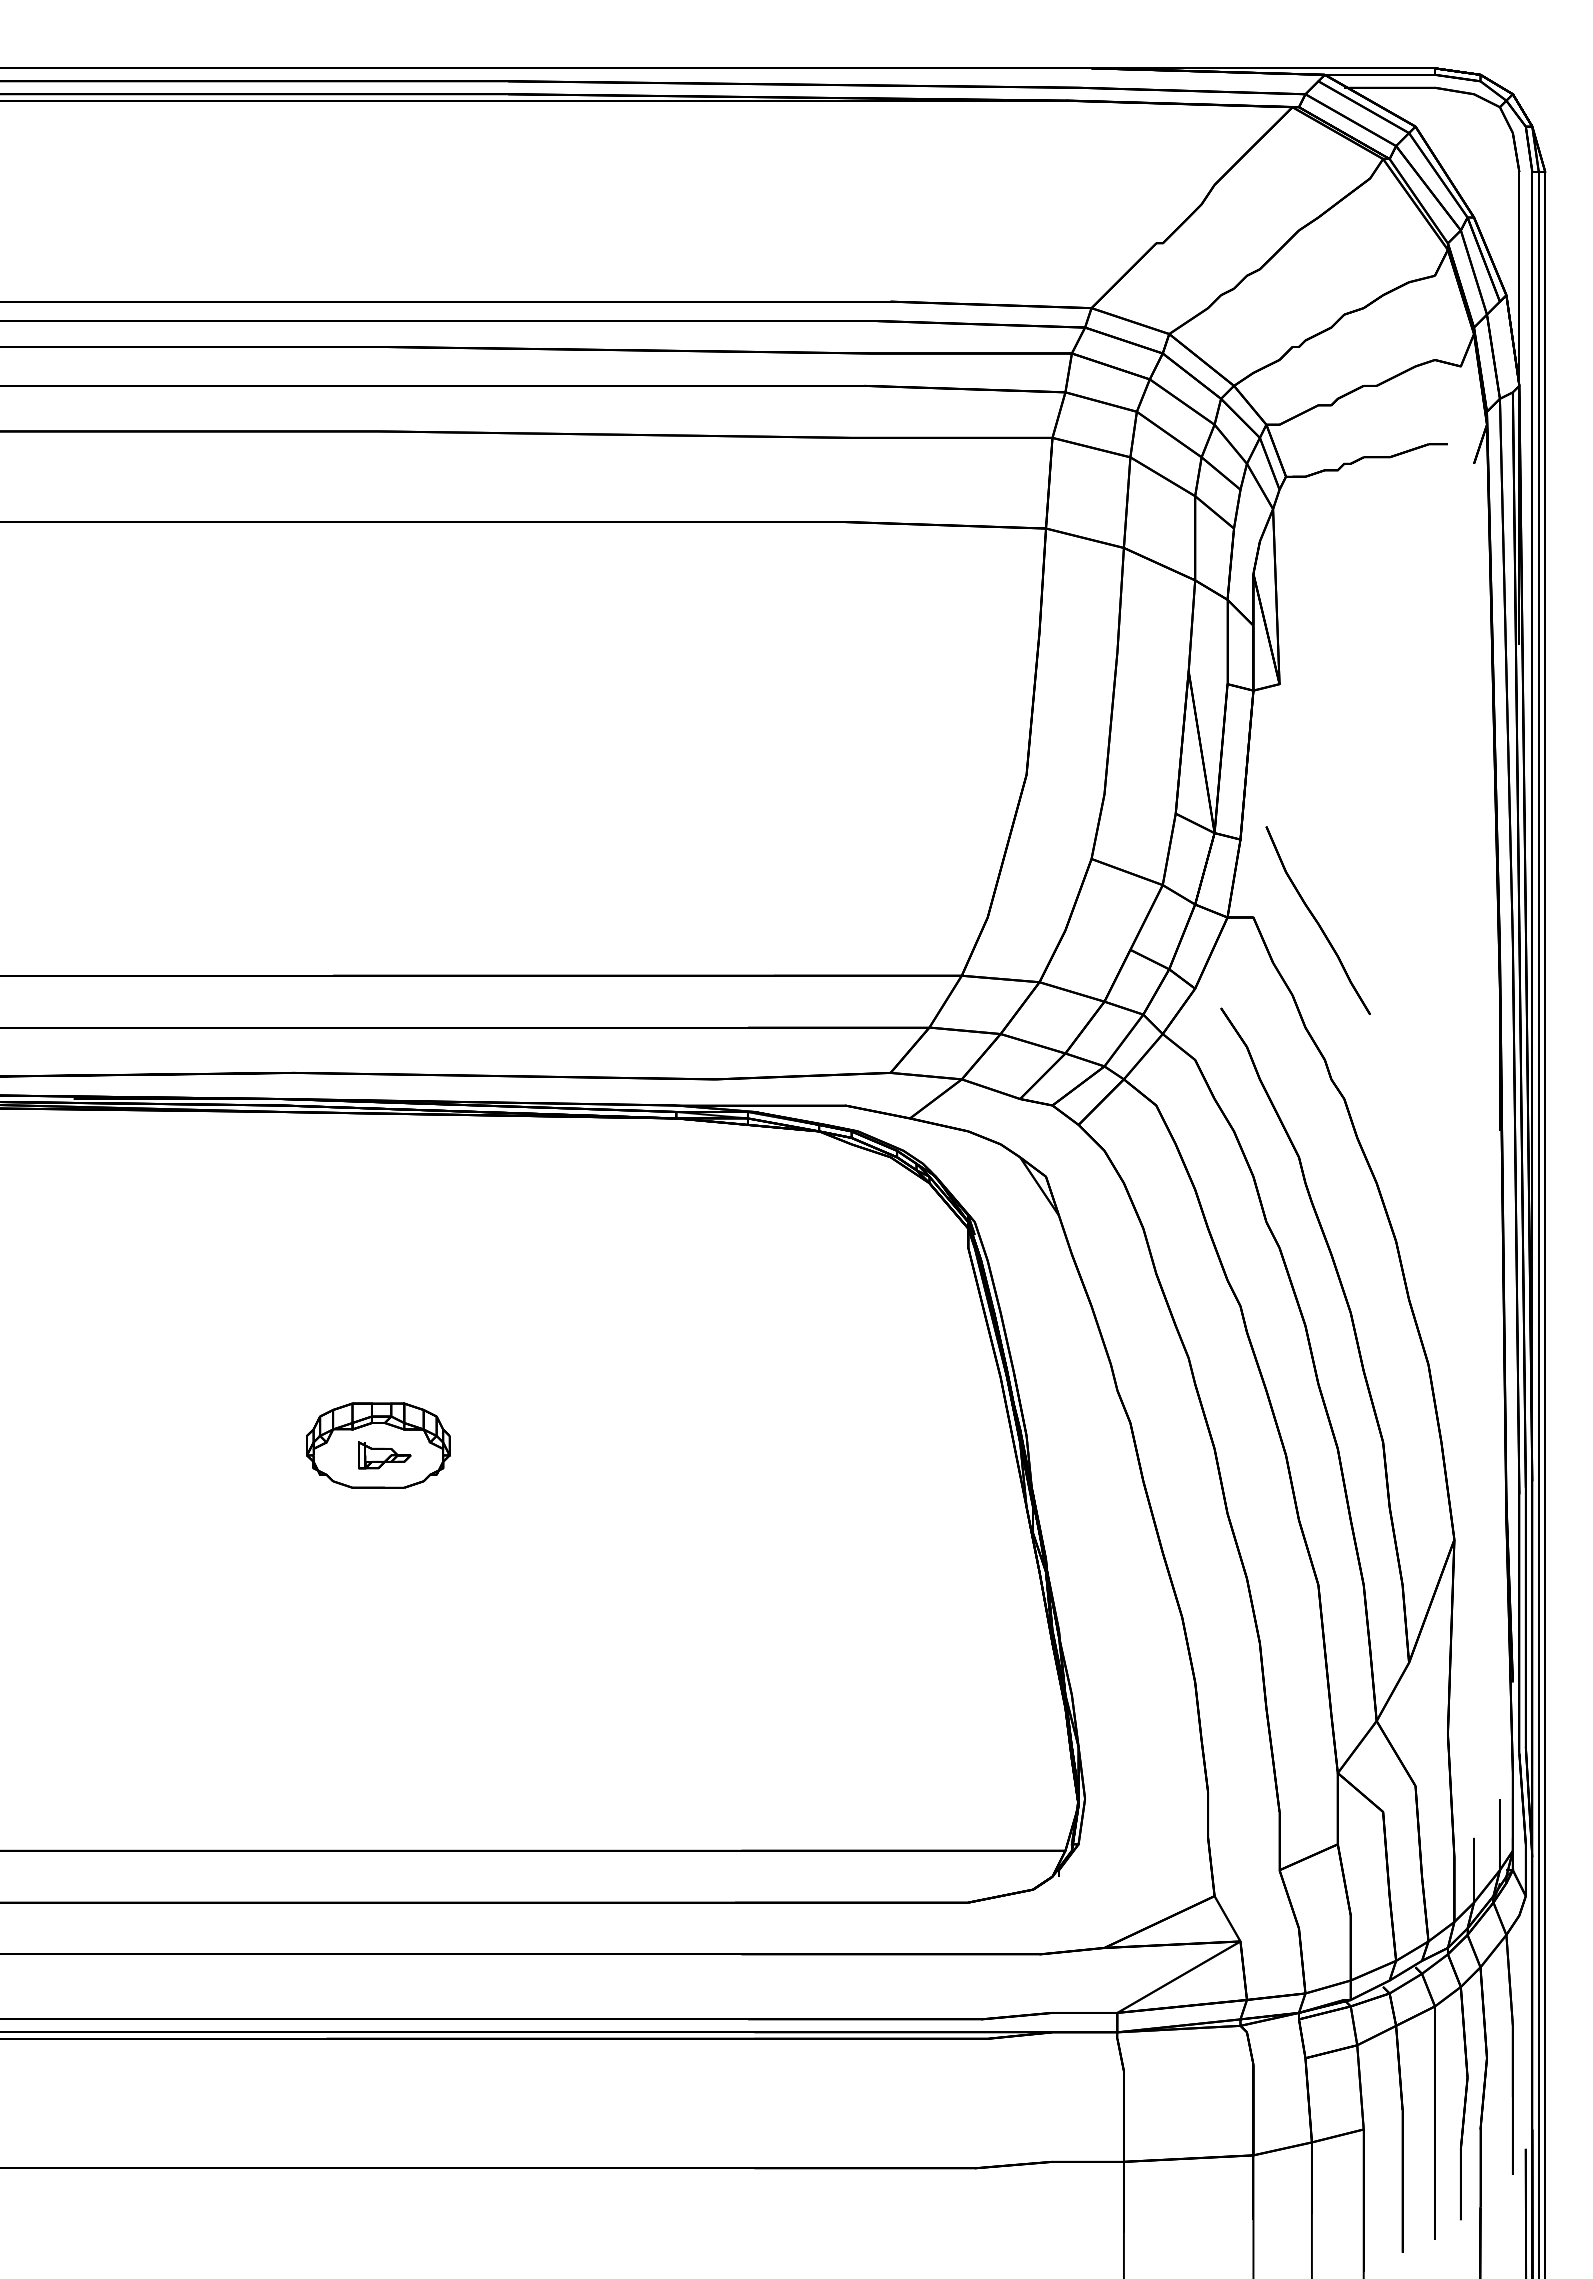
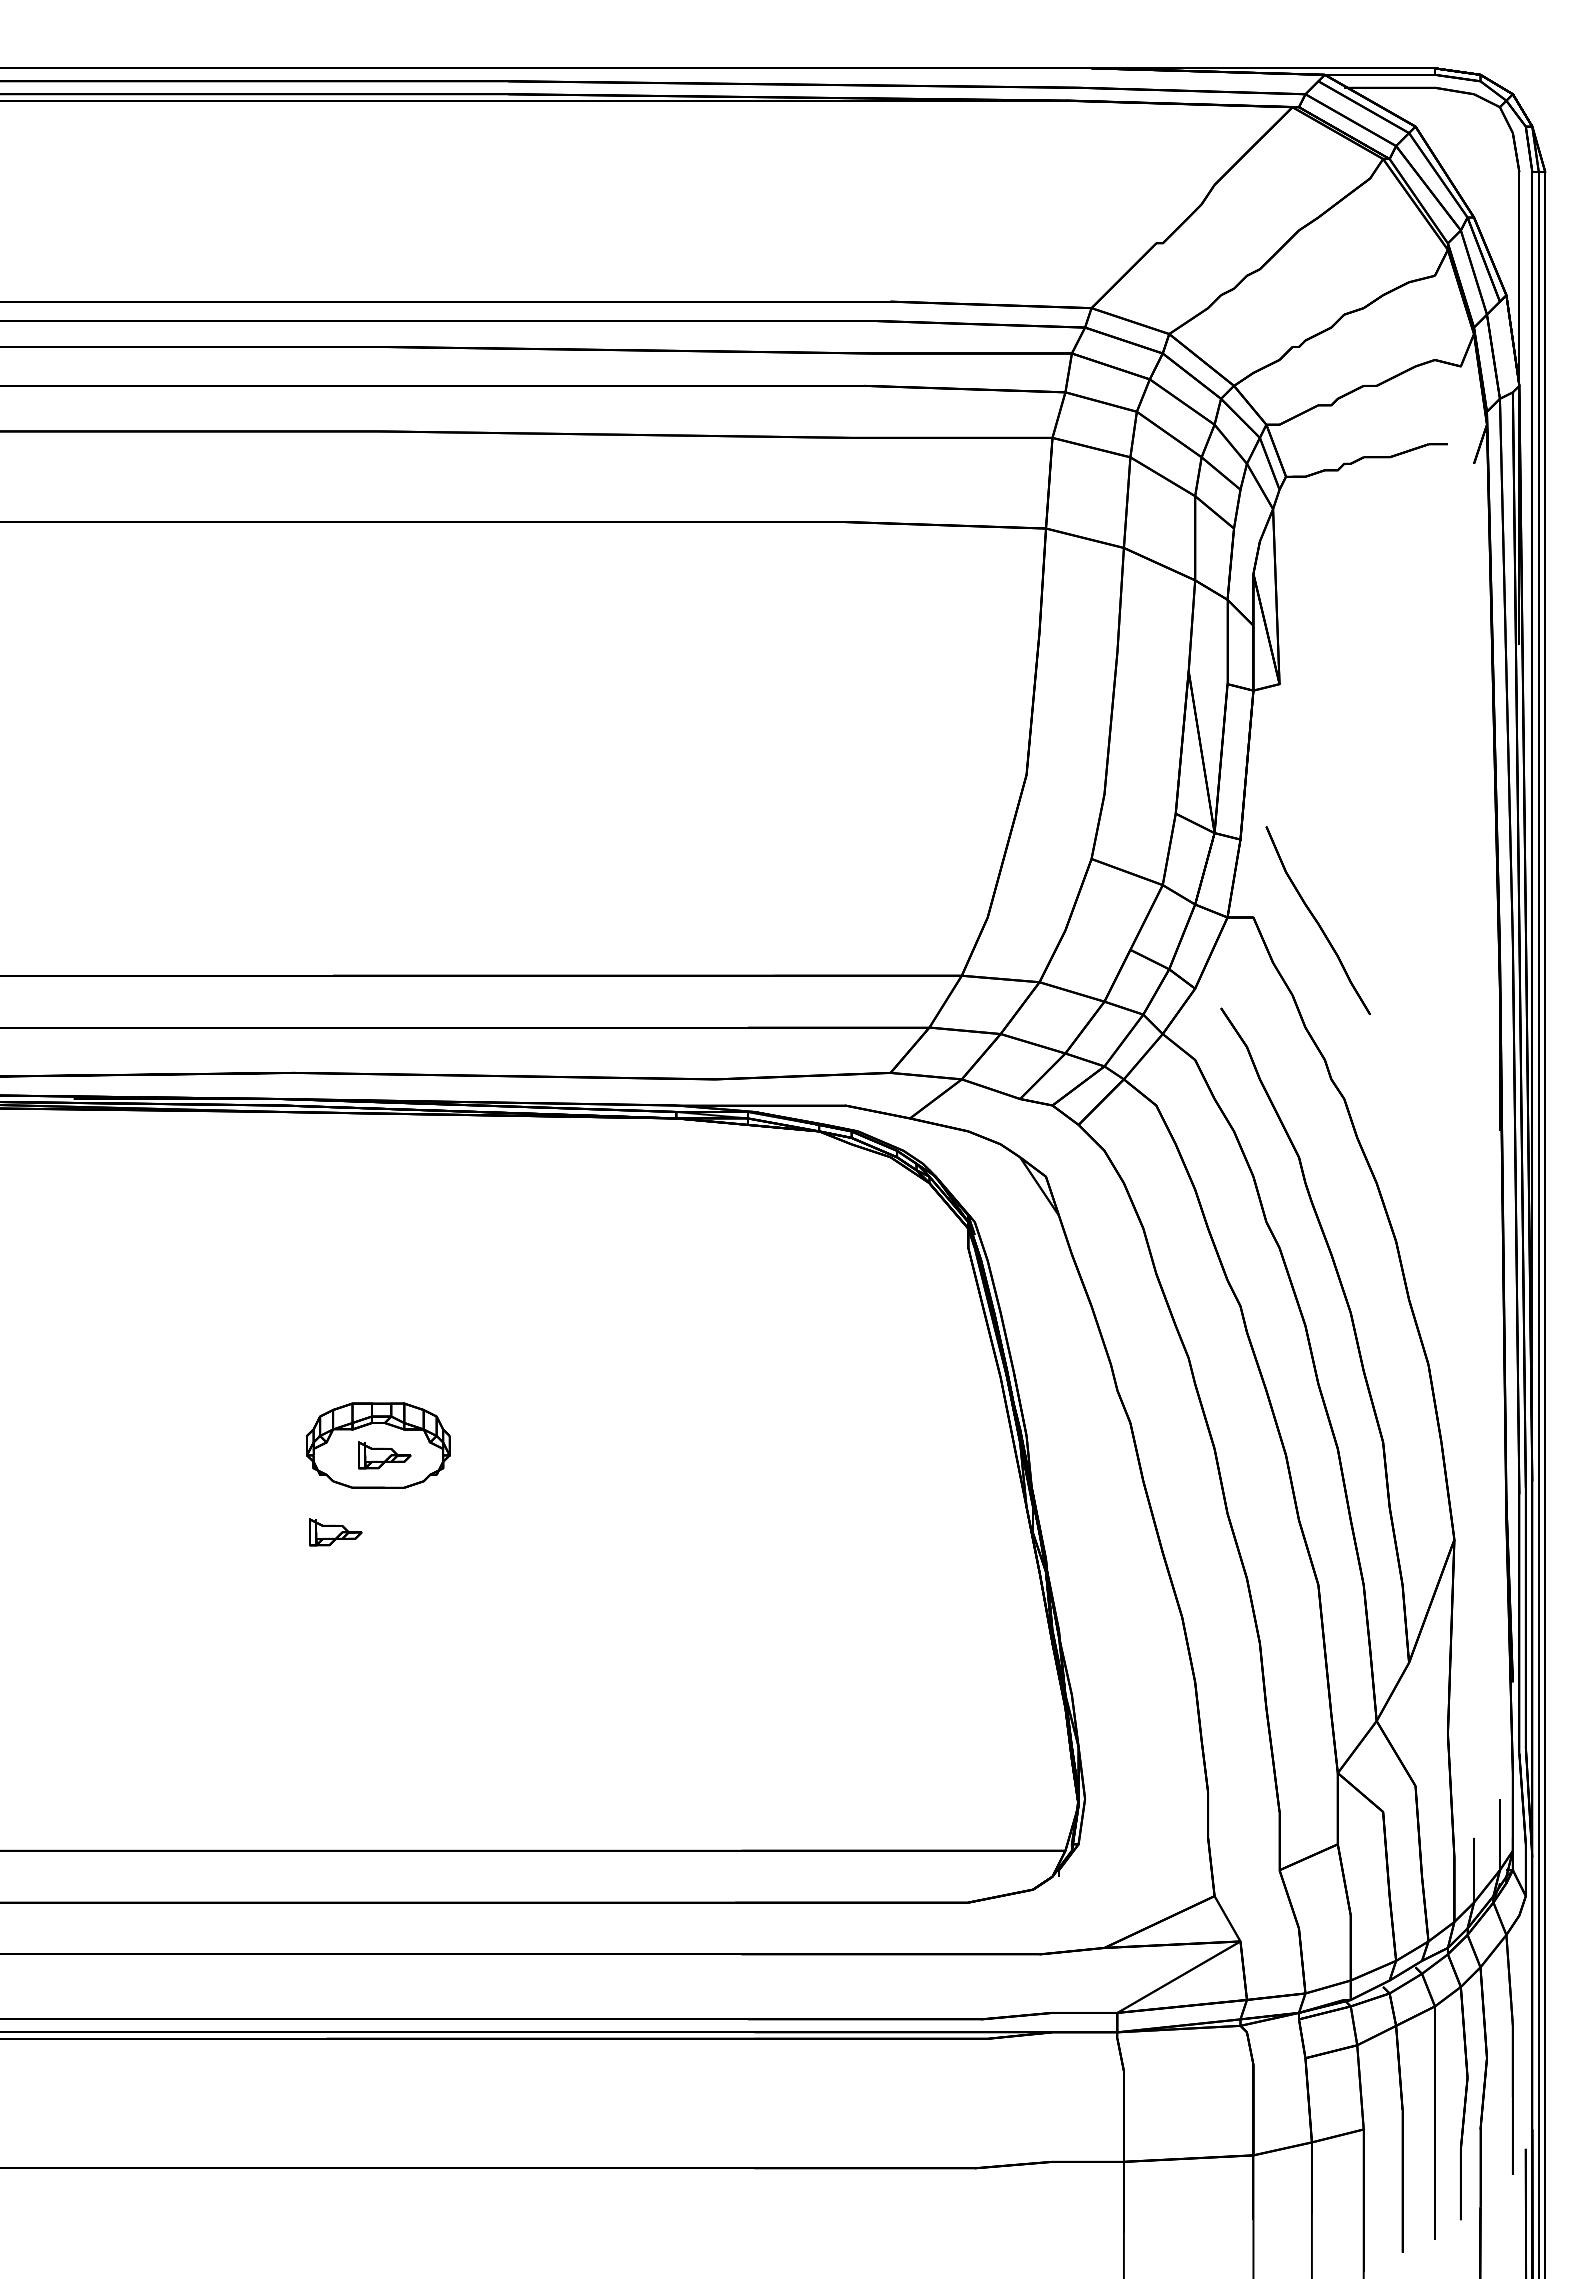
part at (335, 1532): none -> present
